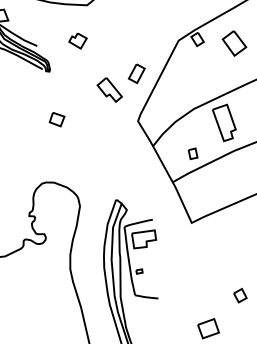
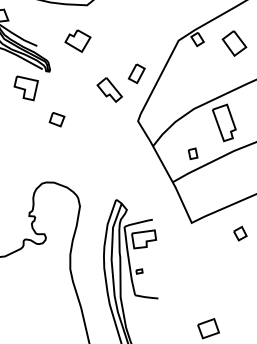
part at (77, 40) size: 20x18 px -> 28x24 px
part at (25, 88): none -> present
part at (240, 295) position: (240, 295) -> (240, 233)
